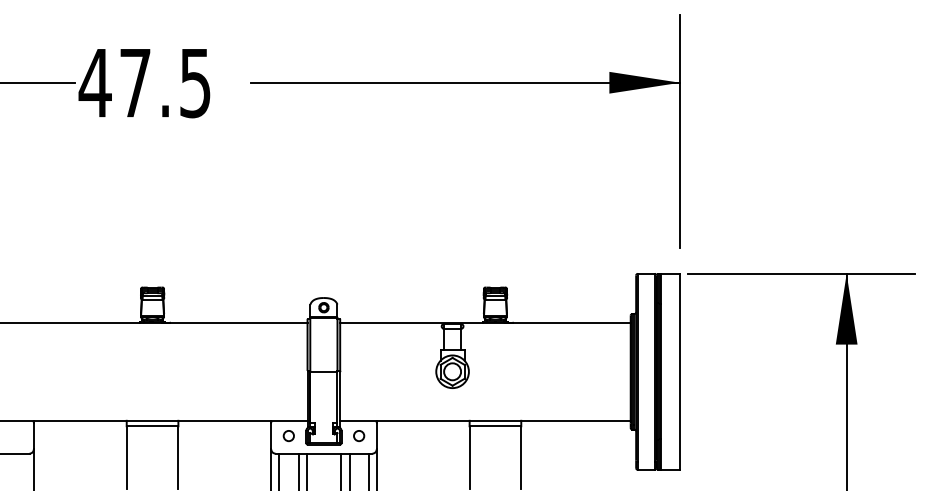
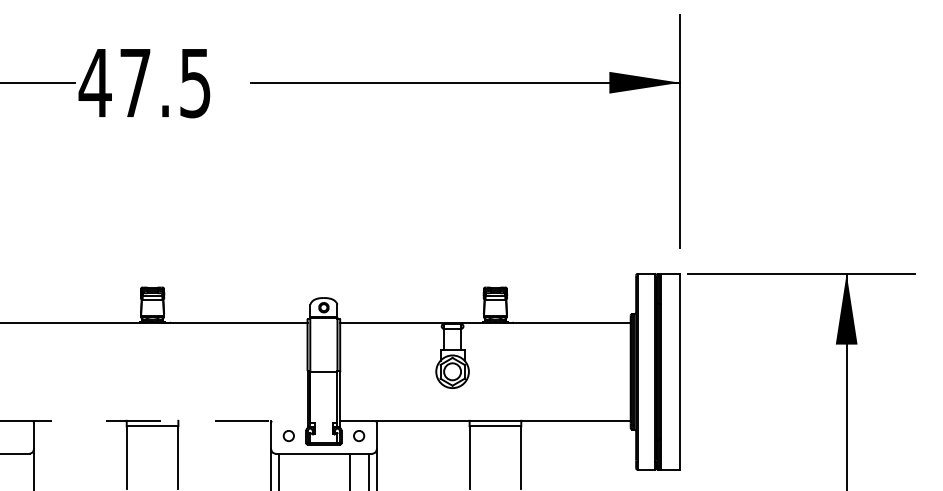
line at (153, 420): solid -> dashed
line at (298, 470): present -> none
line at (306, 470): present -> none
line at (341, 470): present -> none
